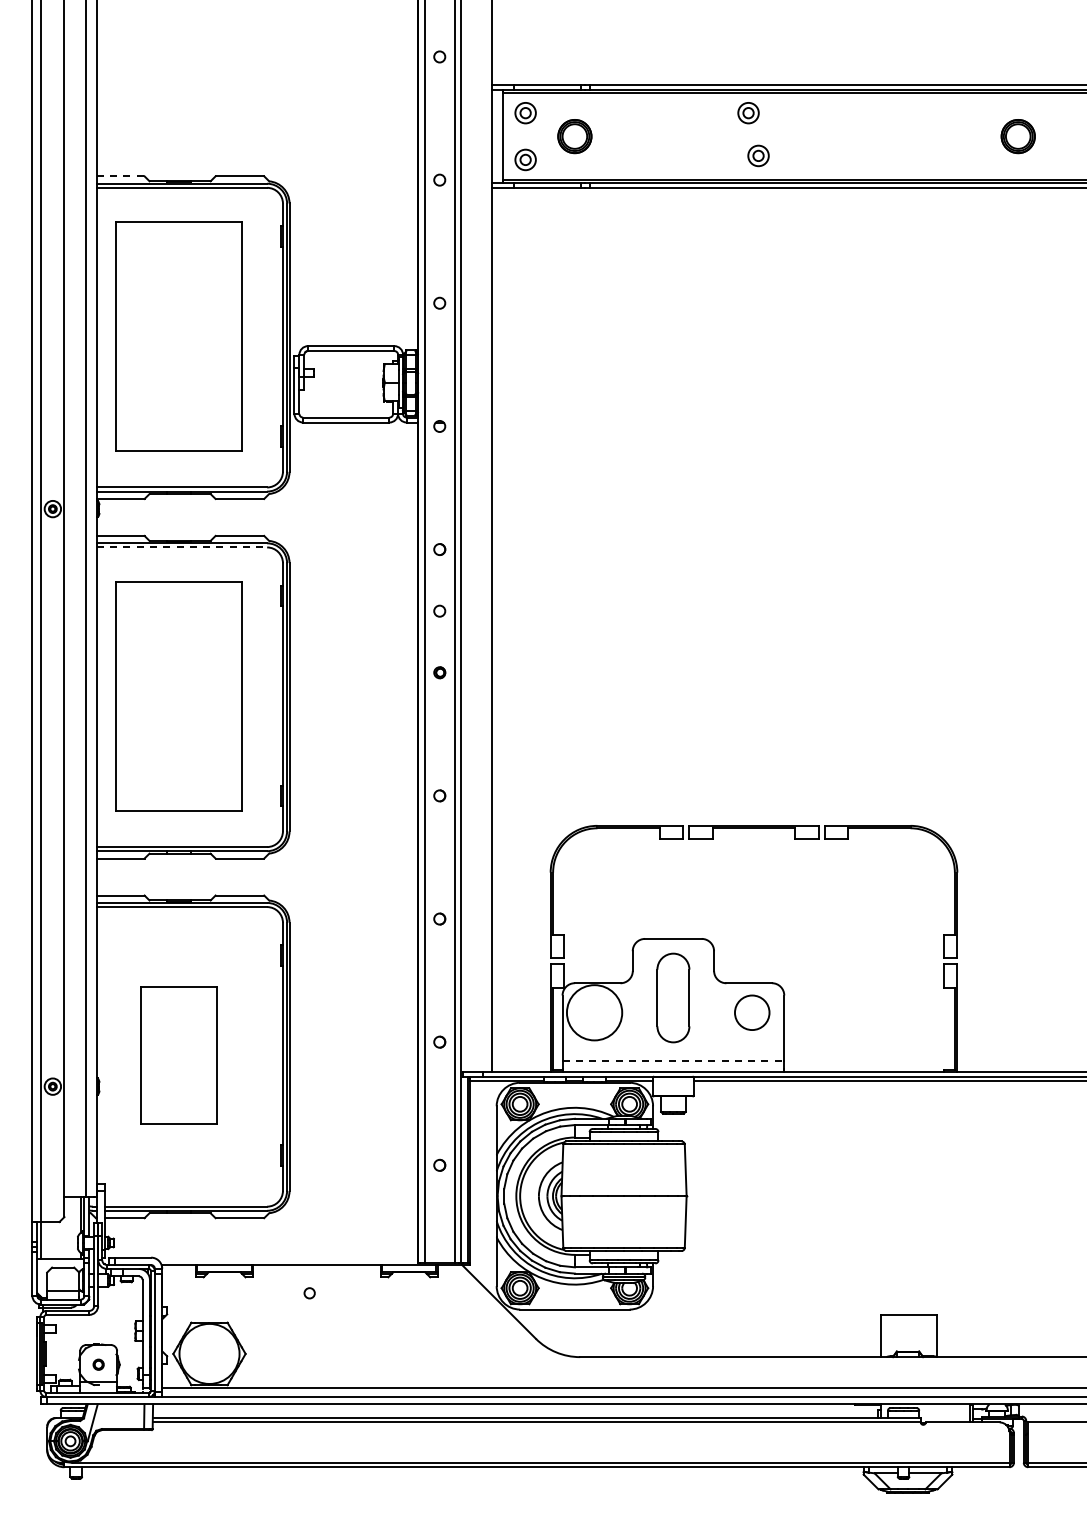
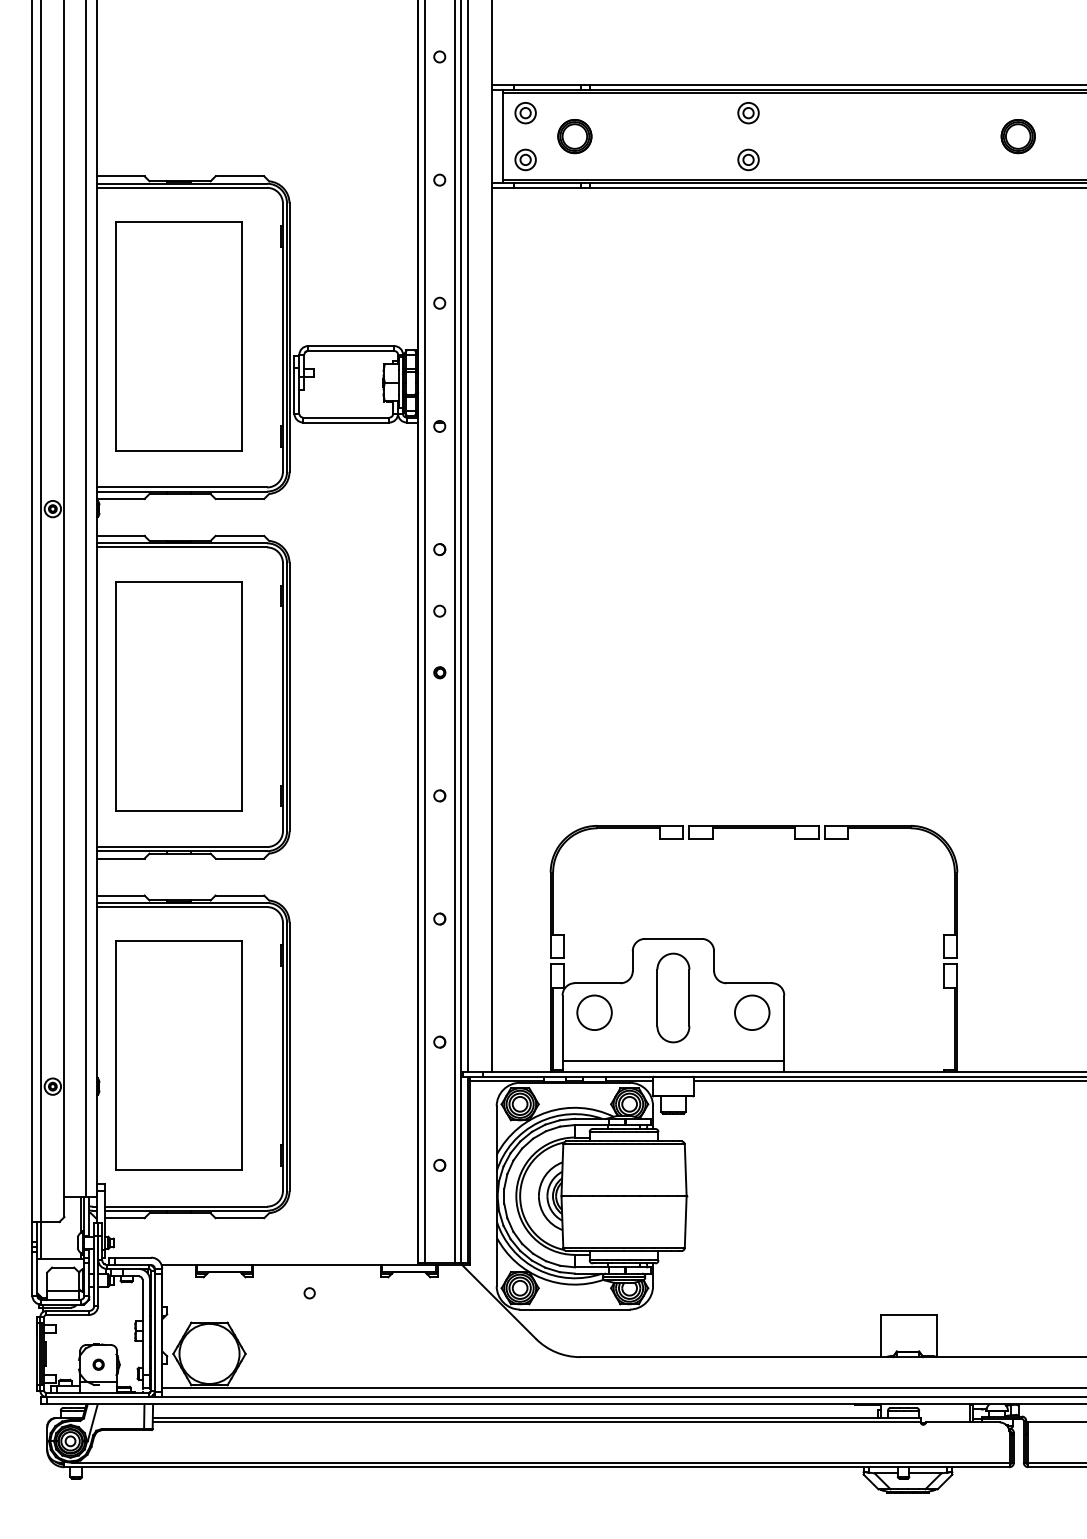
part at (758, 155) position: (758, 155) -> (748, 159)
line at (120, 176): dashed -> solid
line at (467, 536): none -> present
line at (182, 547): dashed -> solid
circle at (594, 1012) diameter: 55 px -> 35 px
part at (178, 1055) size: 78x139 px -> 128x231 px
line at (673, 1060): dashed -> solid
